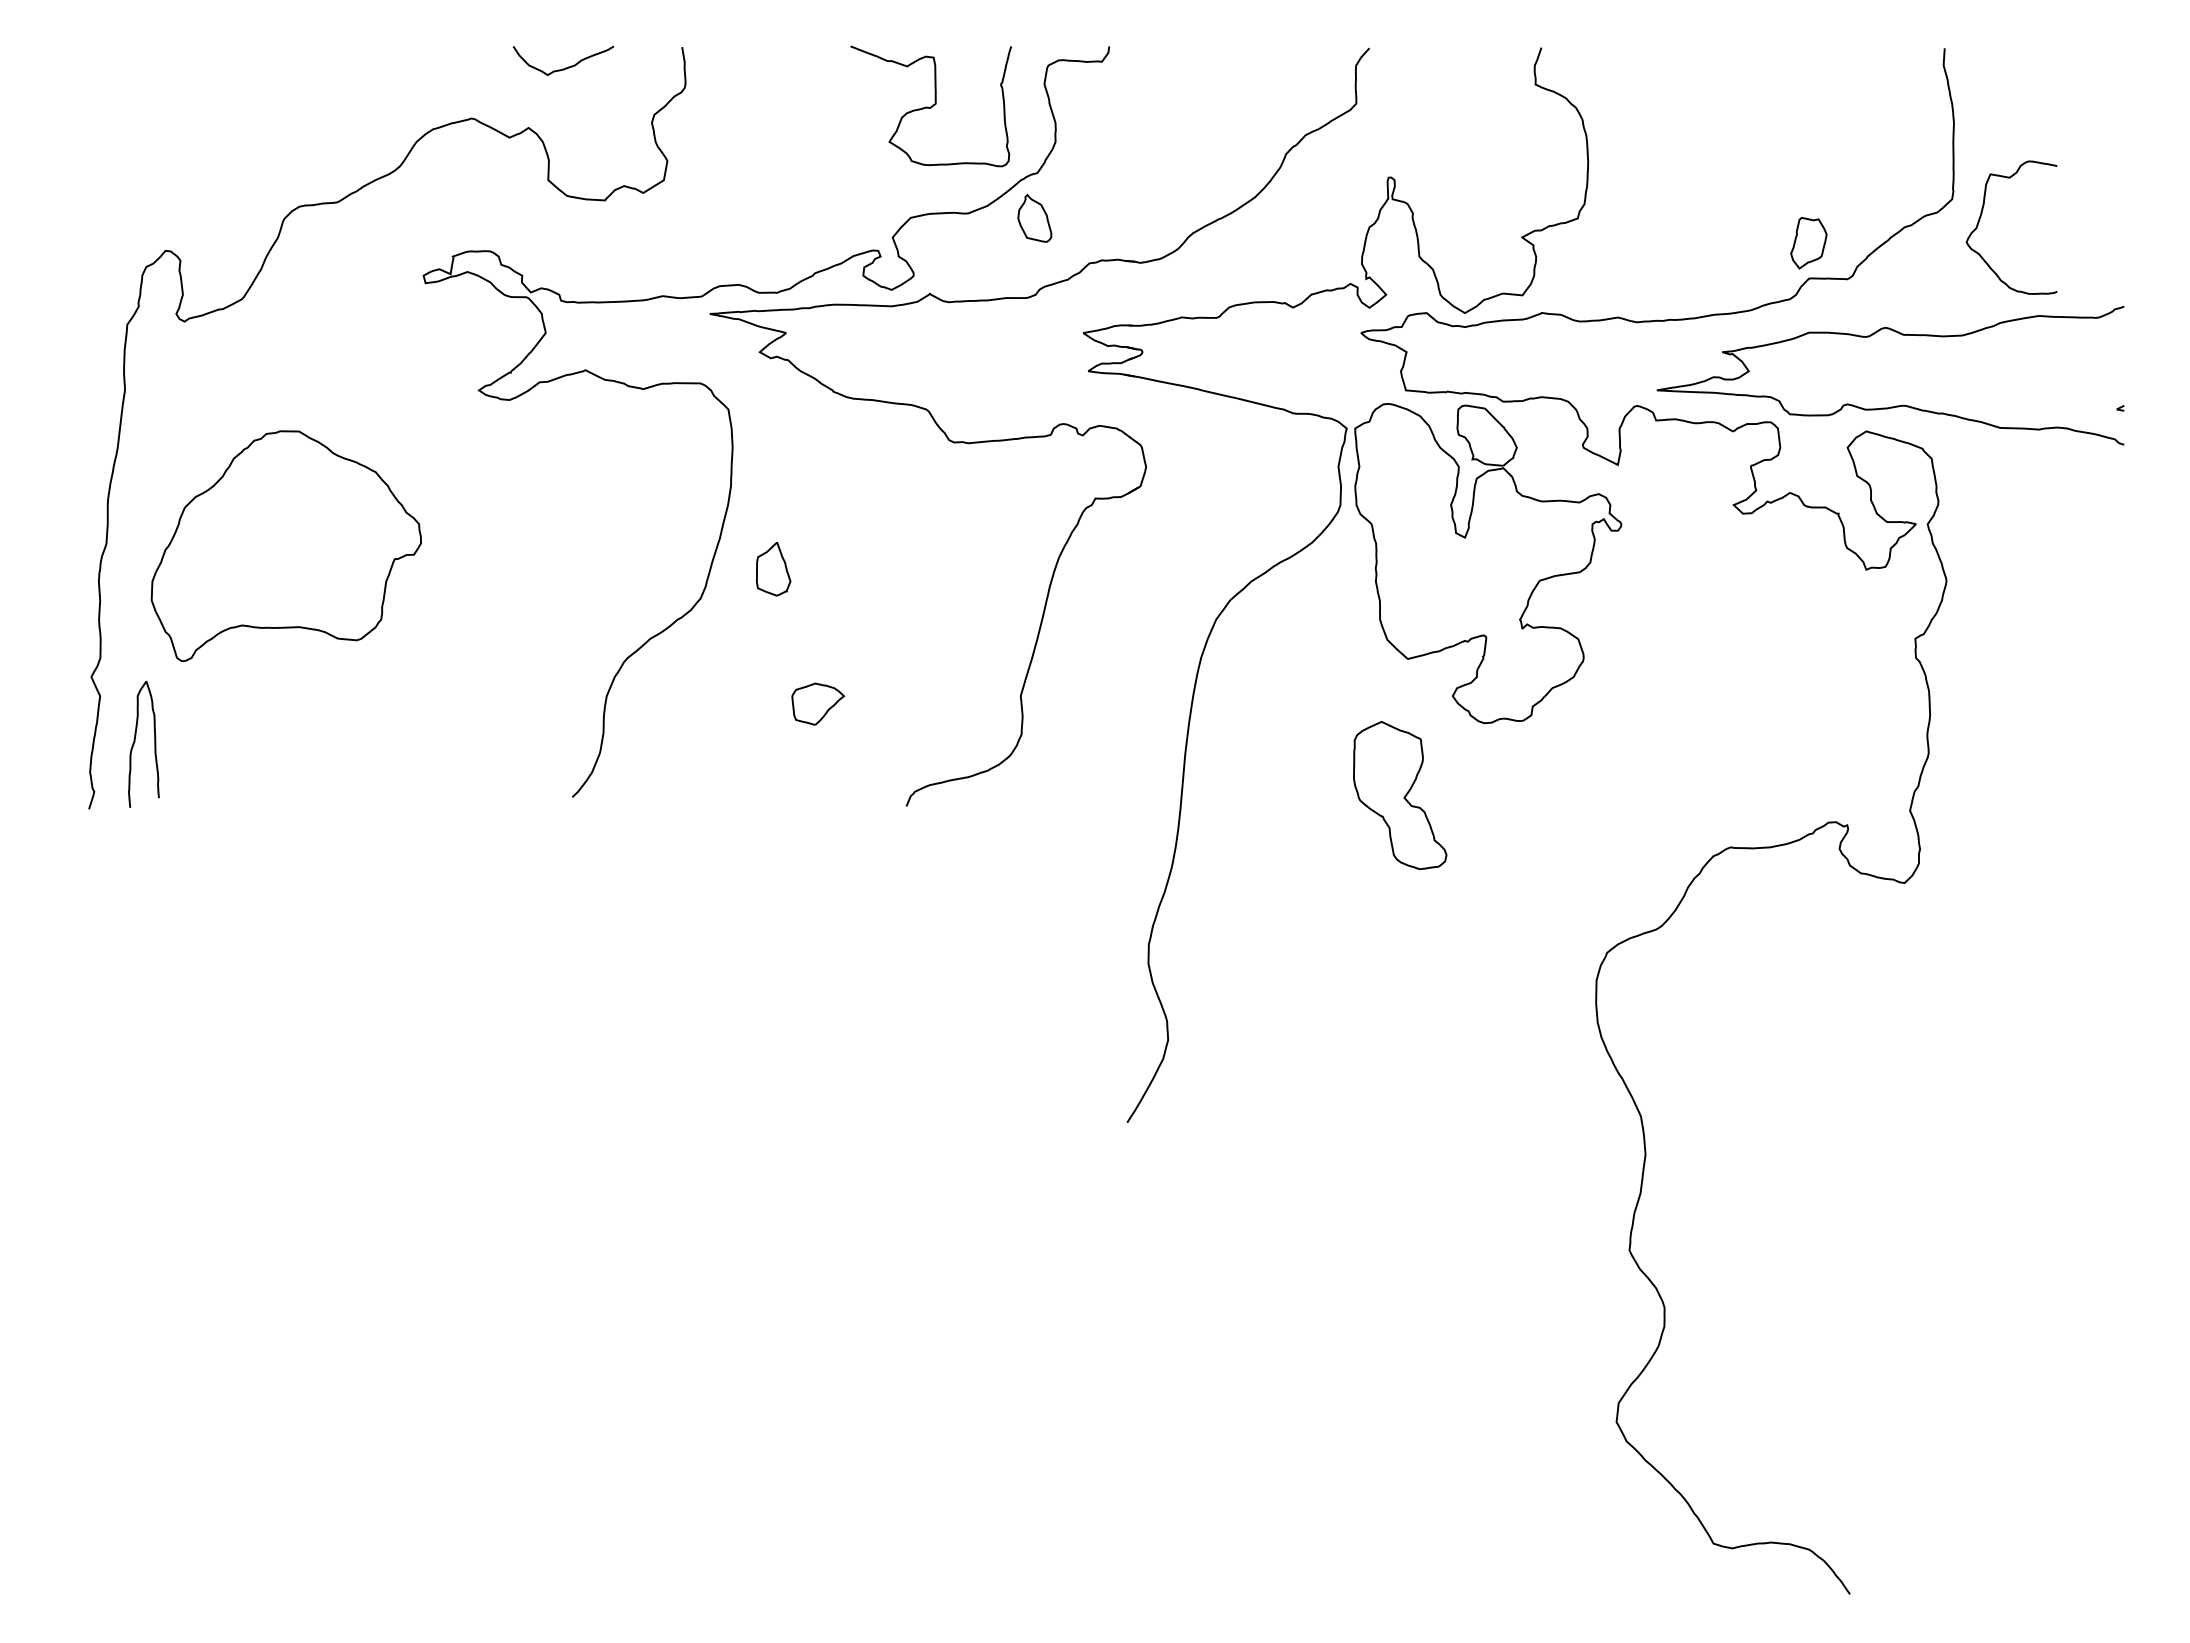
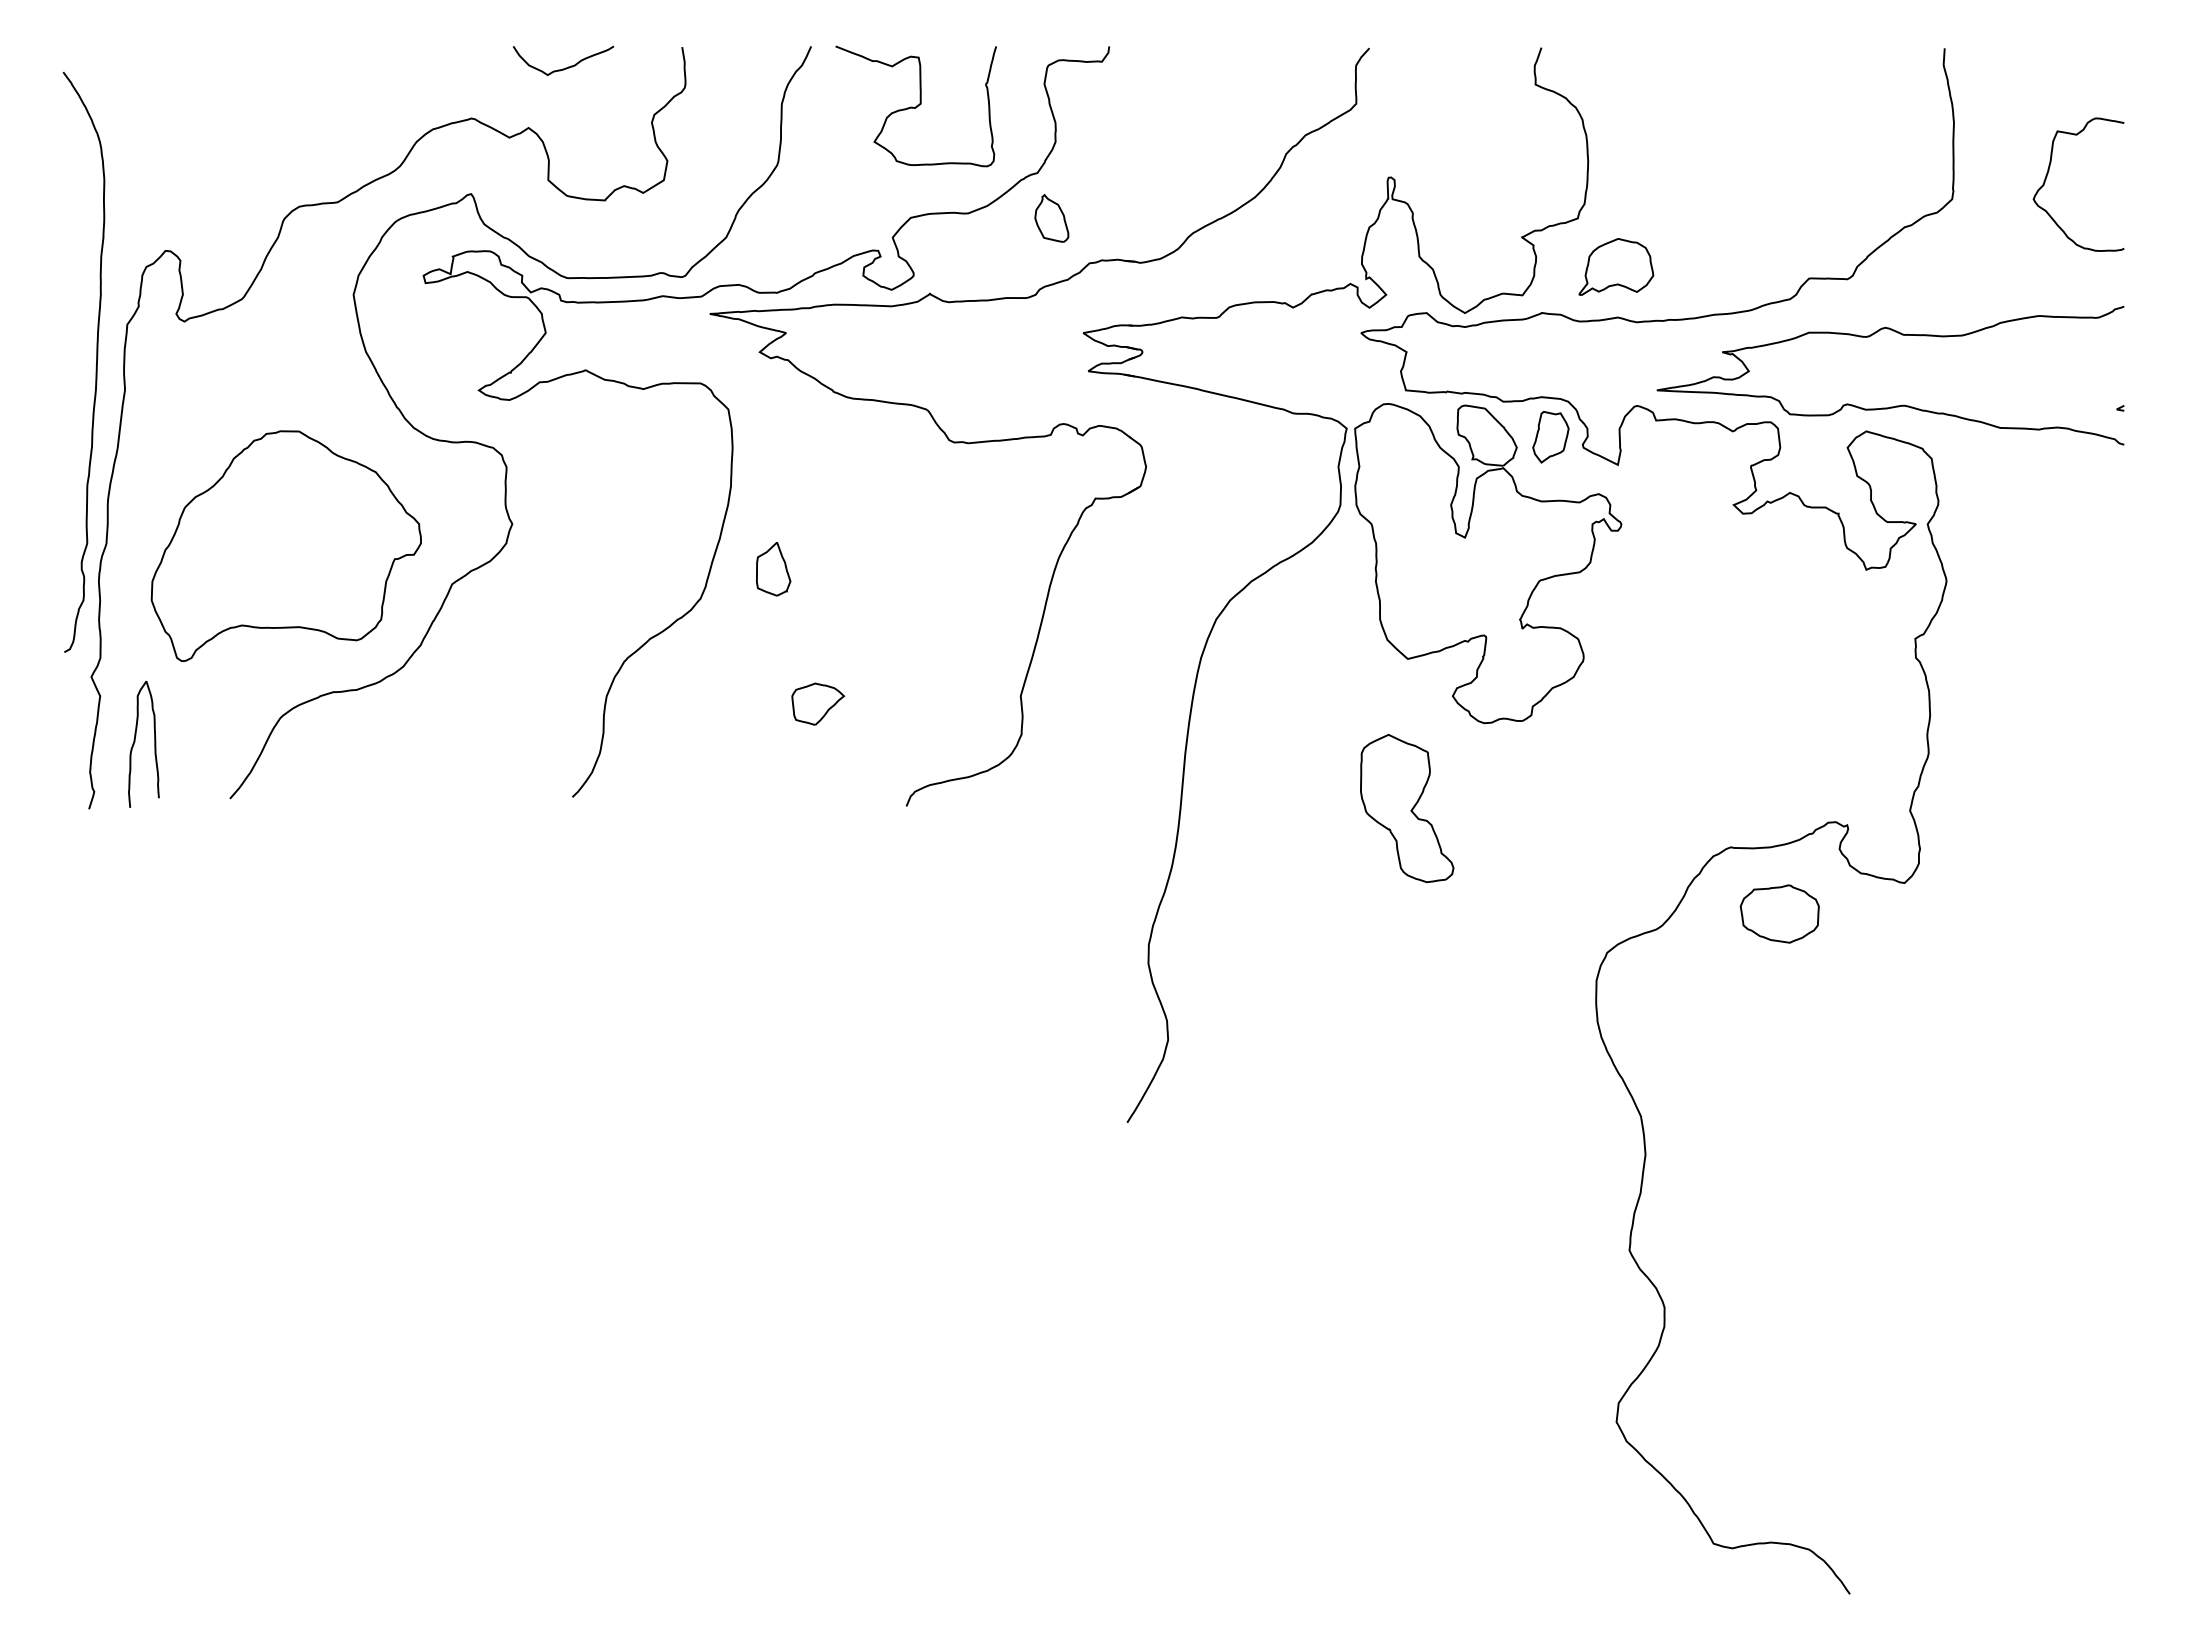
curve at (930, 106) position: (930, 106) -> (915, 106)
curve at (1982, 214) position: (1982, 214) -> (2049, 171)
part at (1034, 218) position: (1034, 218) -> (1051, 218)
part at (1808, 243) position: (1808, 243) -> (1550, 437)
part at (1616, 266): none -> present
curve at (96, 362): none -> present
curve at (500, 452): none -> present
part at (1400, 795) position: (1400, 795) -> (1407, 808)
part at (1779, 913): none -> present
